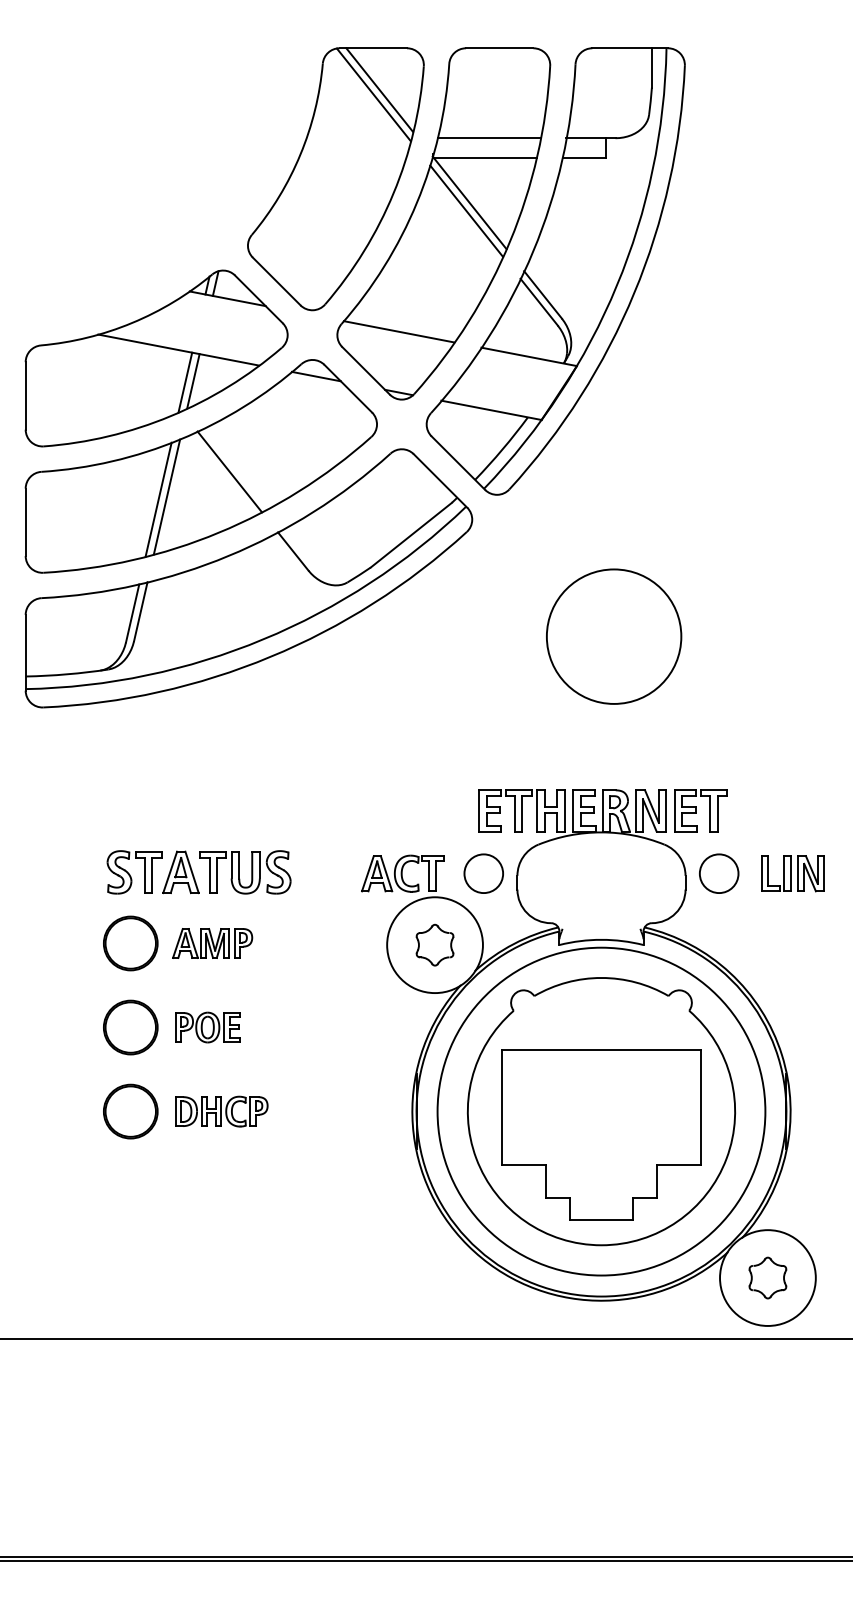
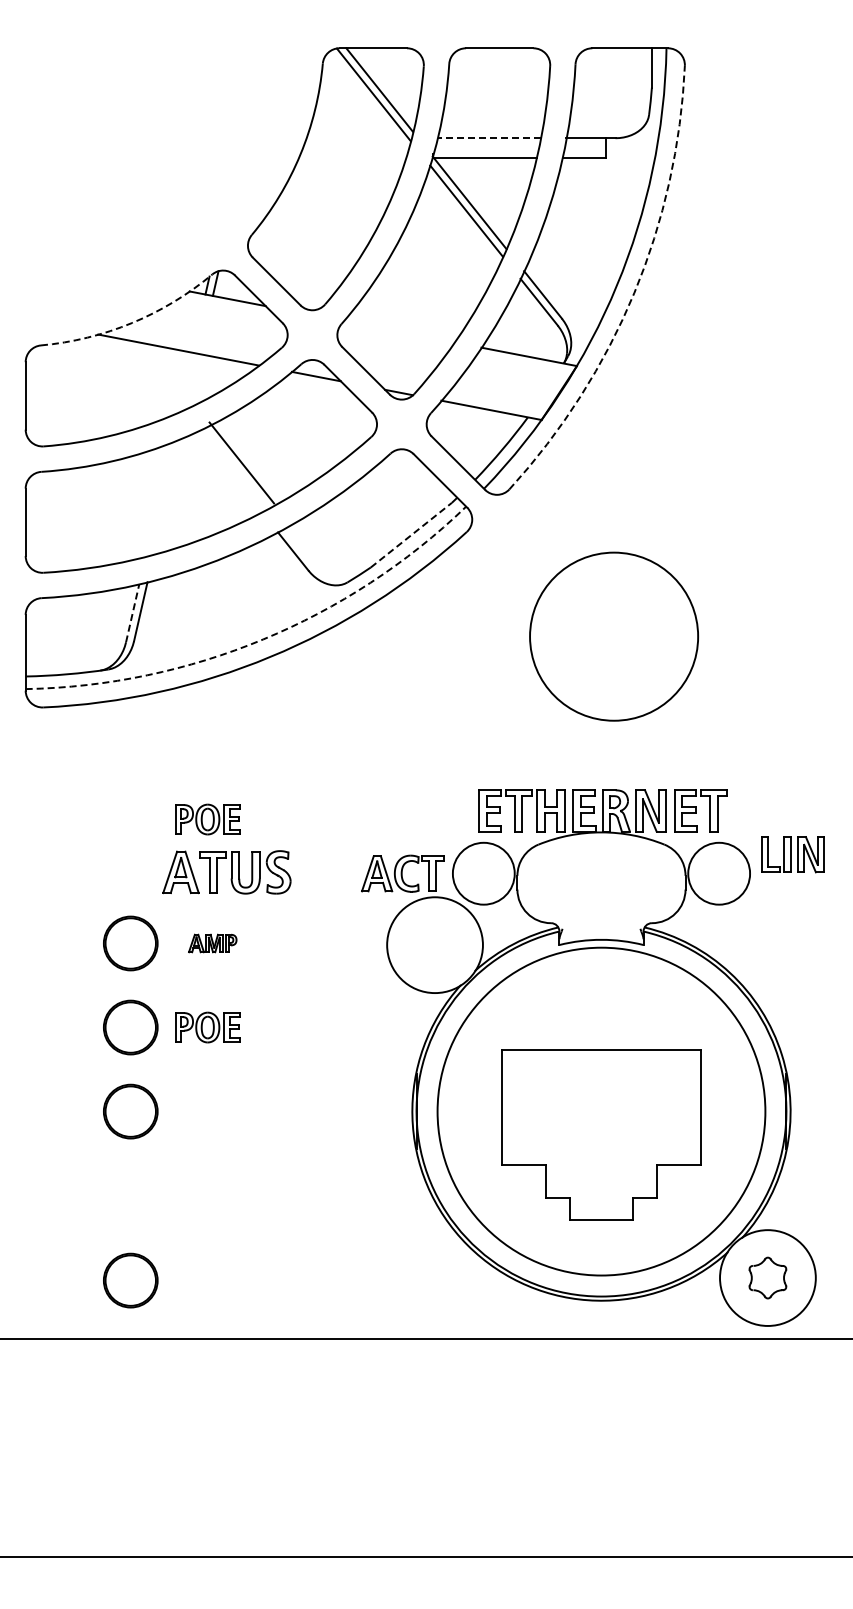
line at (488, 138): solid -> dashed
arc at (634, 293): solid -> dashed
arc at (132, 323): solid -> dashed
line at (398, 331): present -> none
line at (193, 381): present -> none
line at (185, 382): present -> none
line at (229, 471) position: (229, 471) -> (241, 462)
line at (166, 496): present -> none
line at (158, 499): present -> none
line at (411, 535): solid -> dashed
line at (132, 613): solid -> dashed
circle at (613, 636) diameter: 134 px -> 168 px
arc at (263, 639): solid -> dashed
part at (207, 819): none -> present
part at (134, 872): present -> none
circle at (483, 873) diameter: 39 px -> 62 px
circle at (718, 873) diameter: 39 px -> 62 px
part at (792, 873) position: (792, 873) -> (792, 854)
part at (212, 943) size: 82x31 px -> 50x21 px
part at (434, 944): present -> none
part at (221, 1111): present -> none
part at (601, 1111): present -> none
part at (130, 1280): none -> present
line at (425, 1560): present -> none
